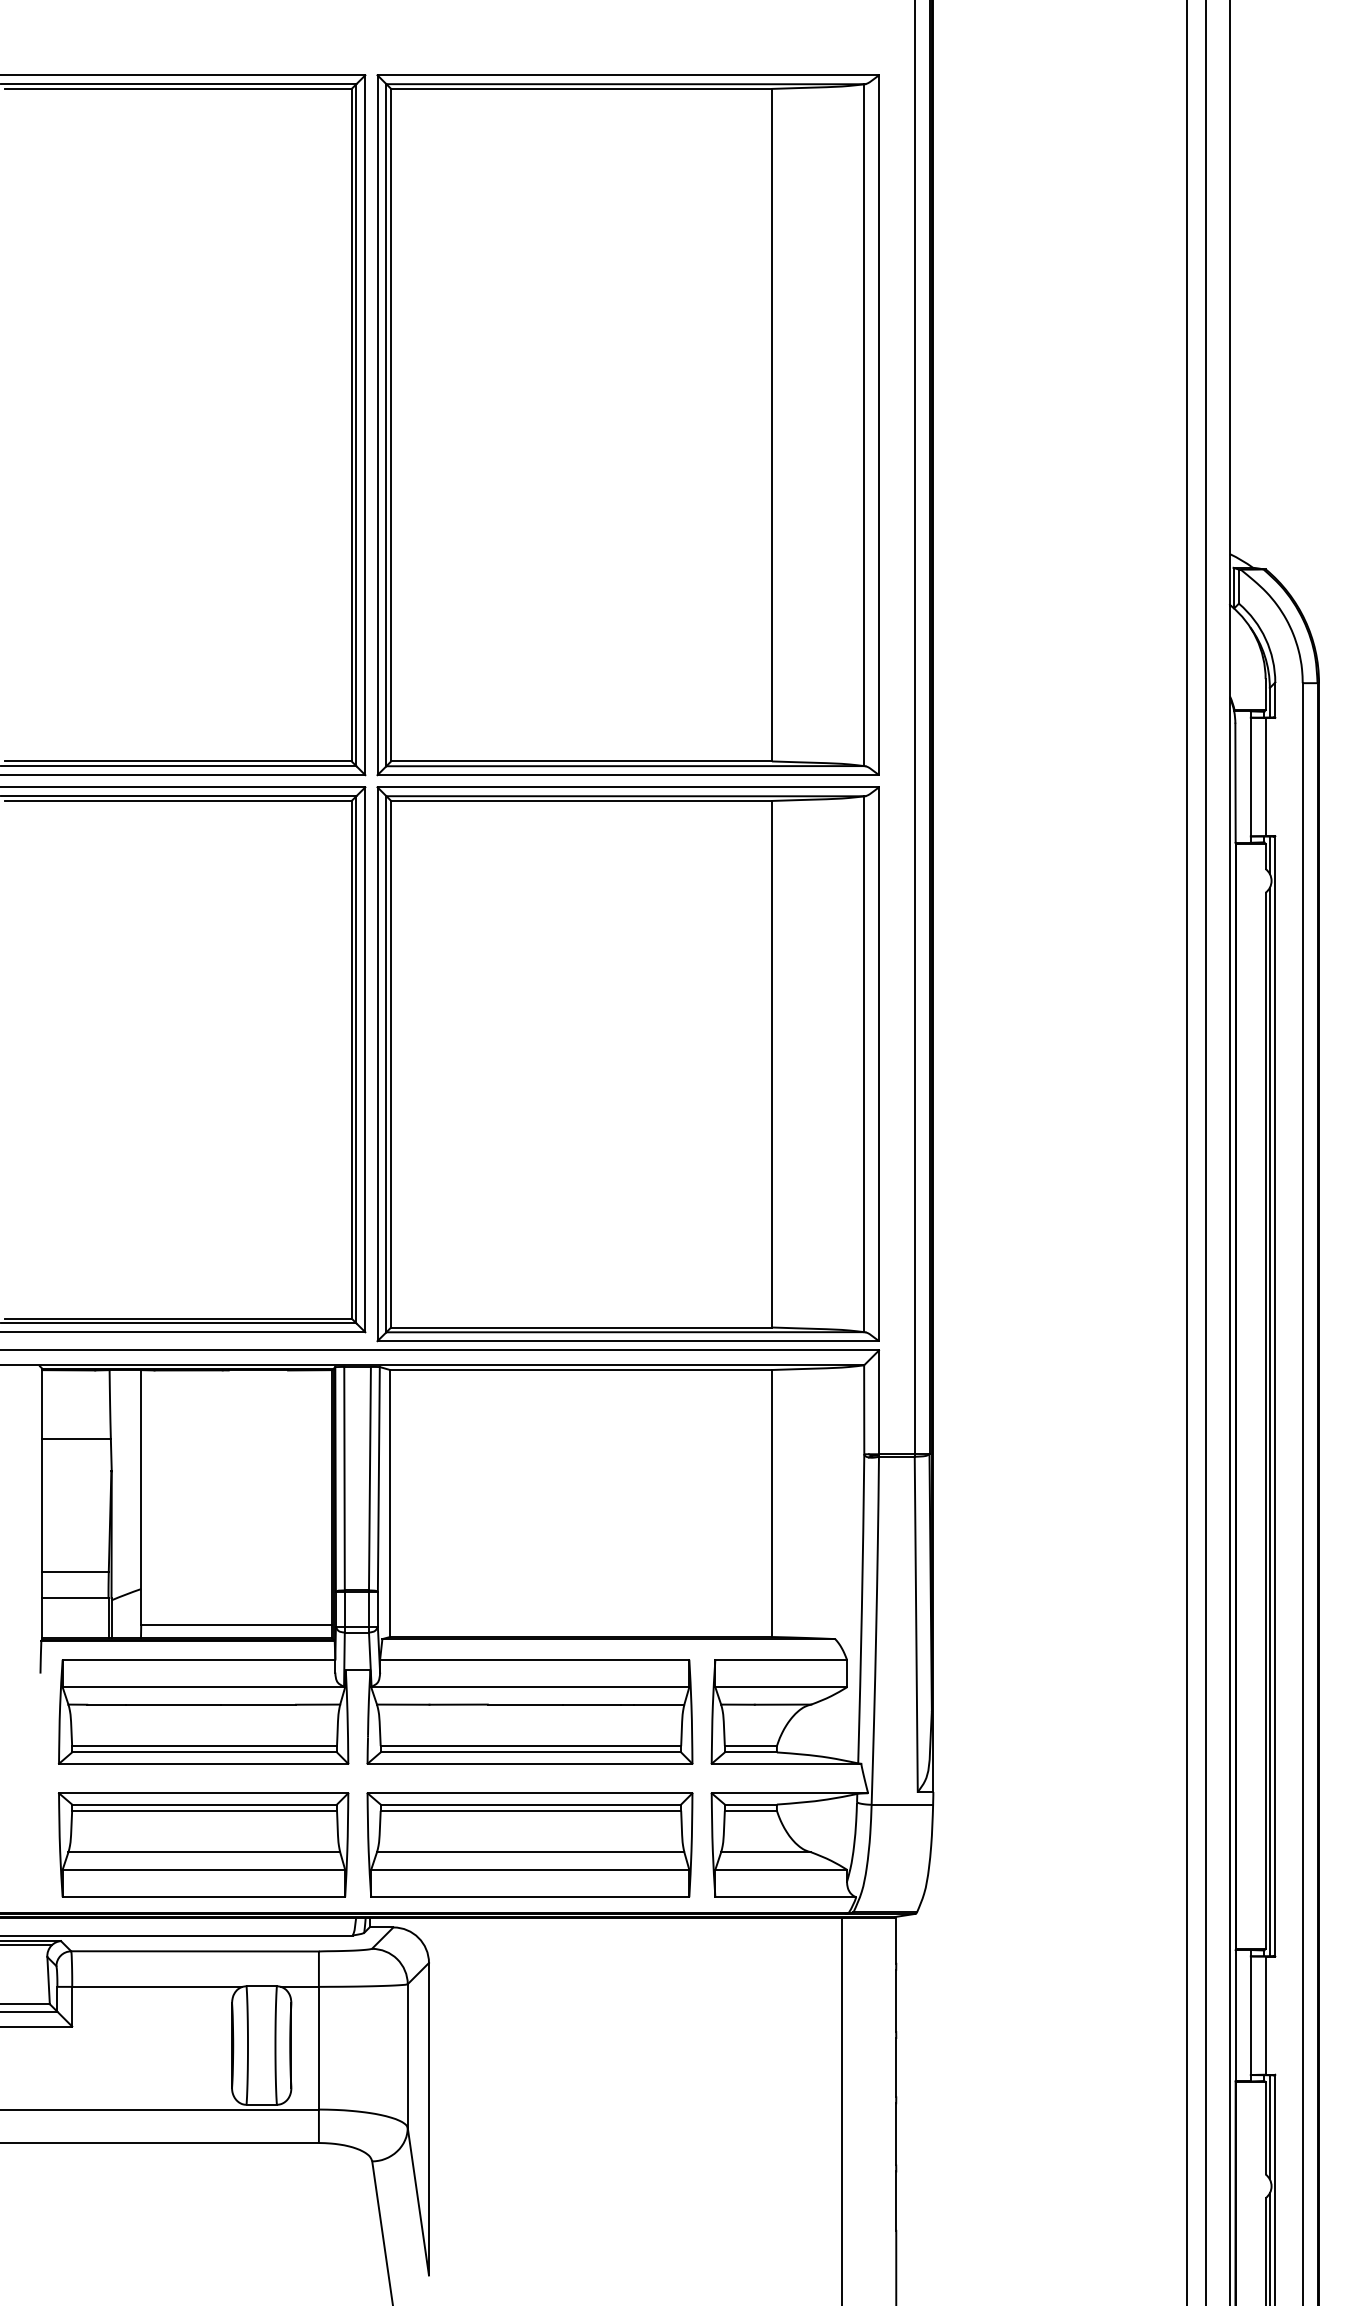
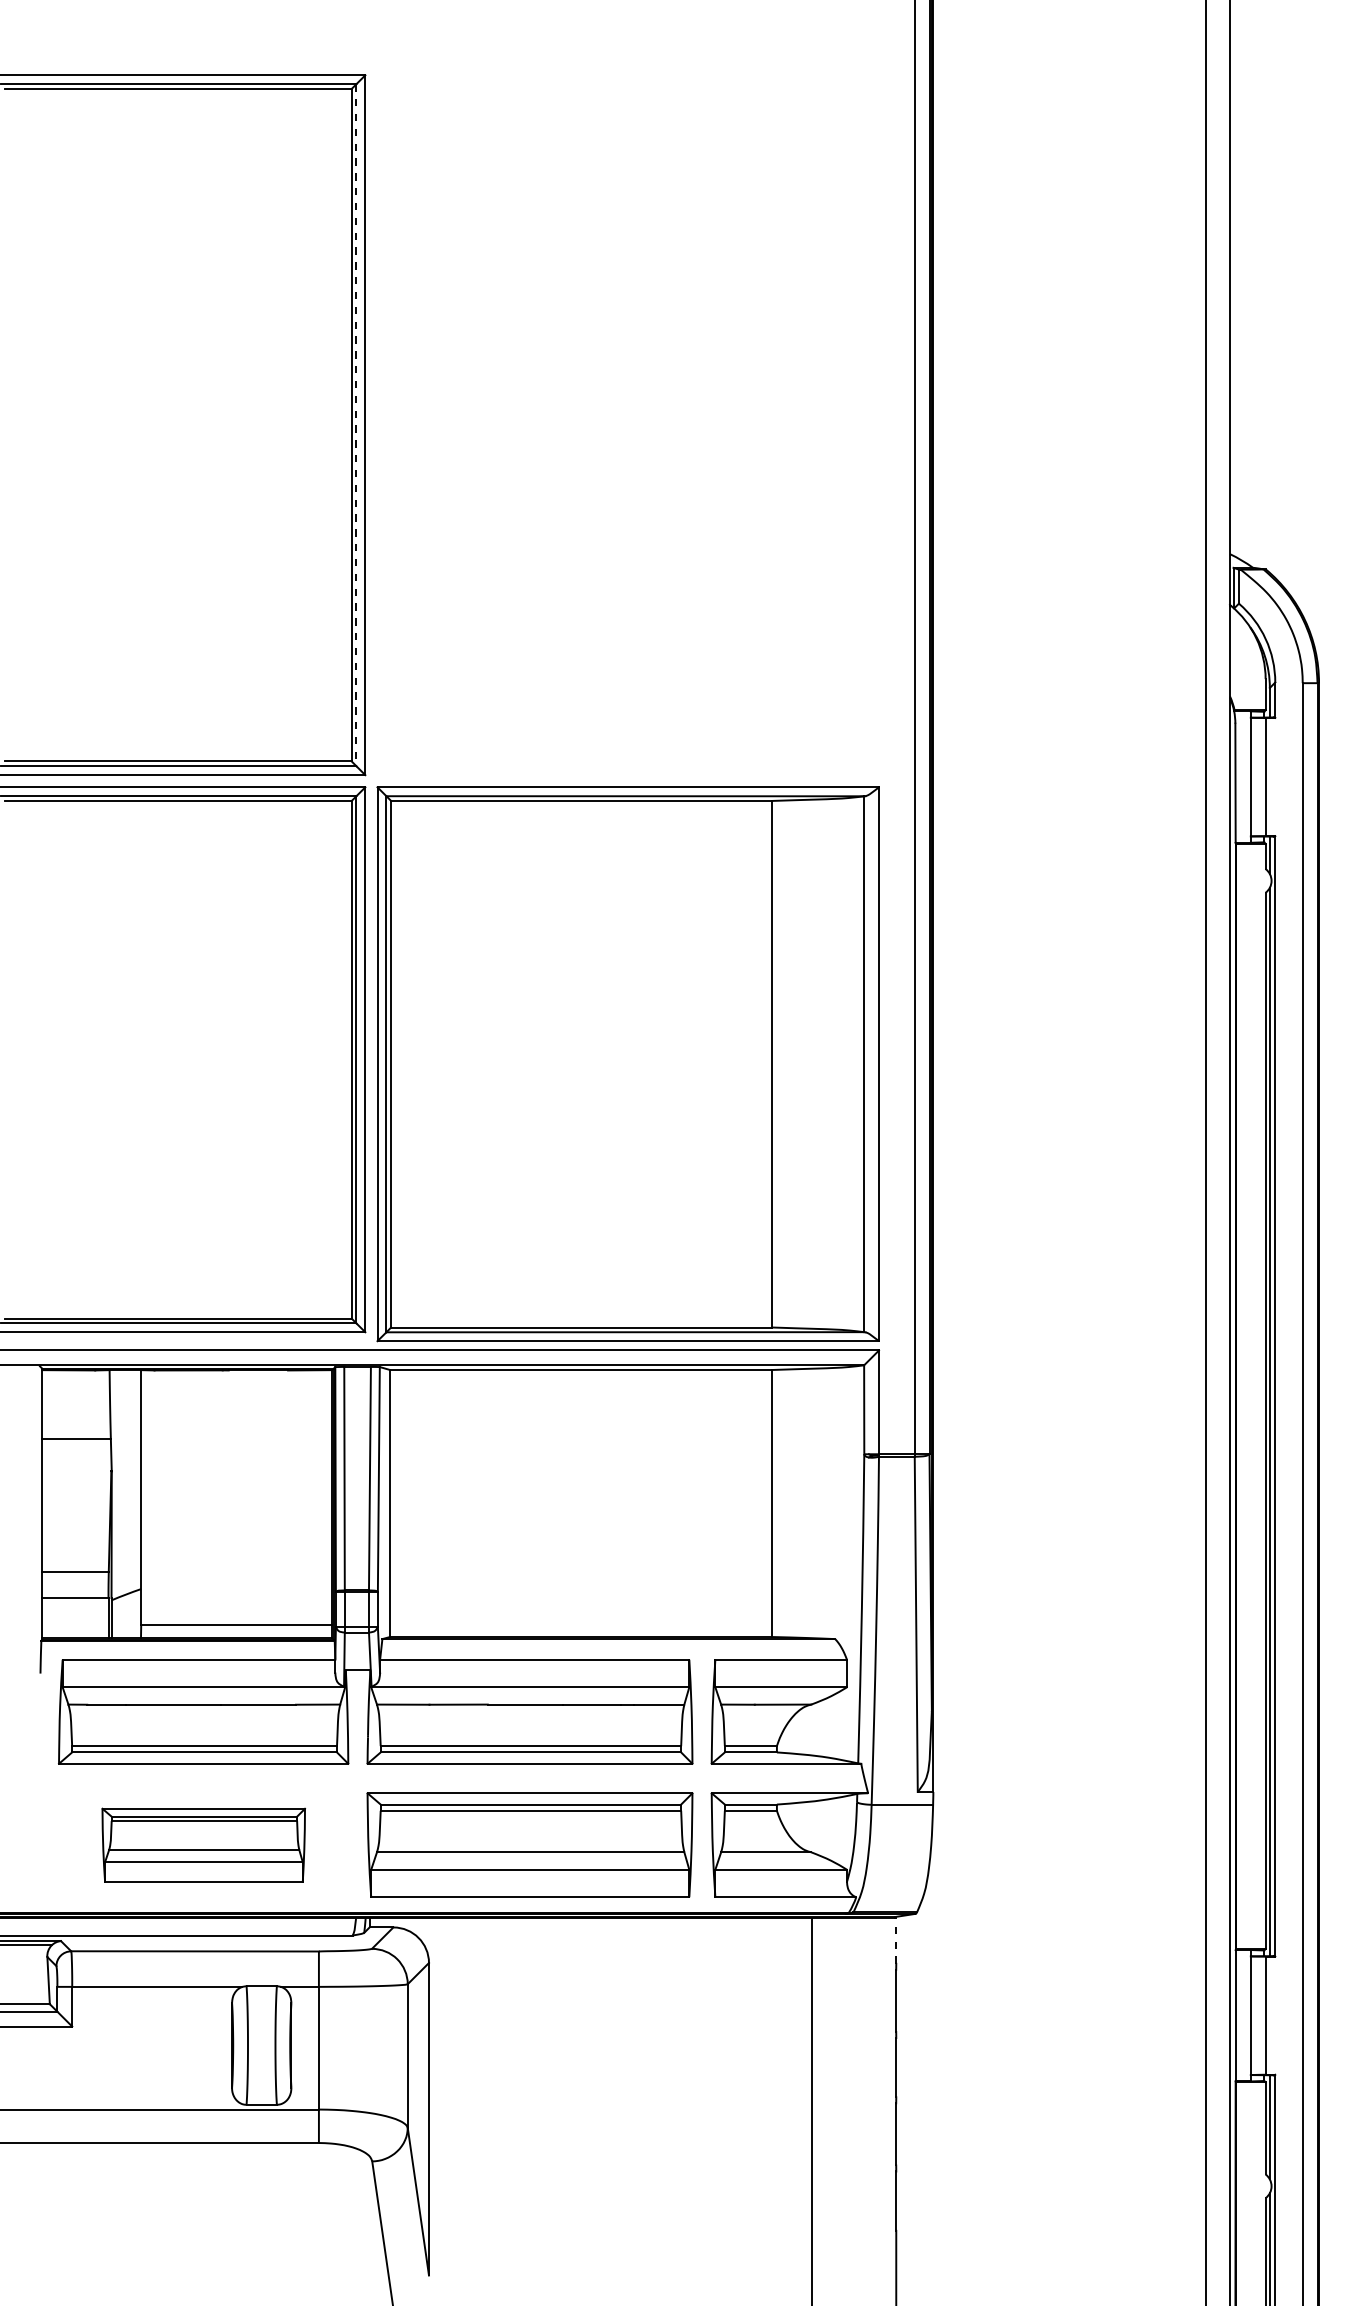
line at (356, 425): solid -> dashed
part at (627, 425): present -> none
line at (1186, 1152): present -> none
part at (203, 1844) size: 292x106 px -> 206x76 px
line at (896, 1939): solid -> dashed
line at (841, 2110) position: (841, 2110) -> (811, 2110)
